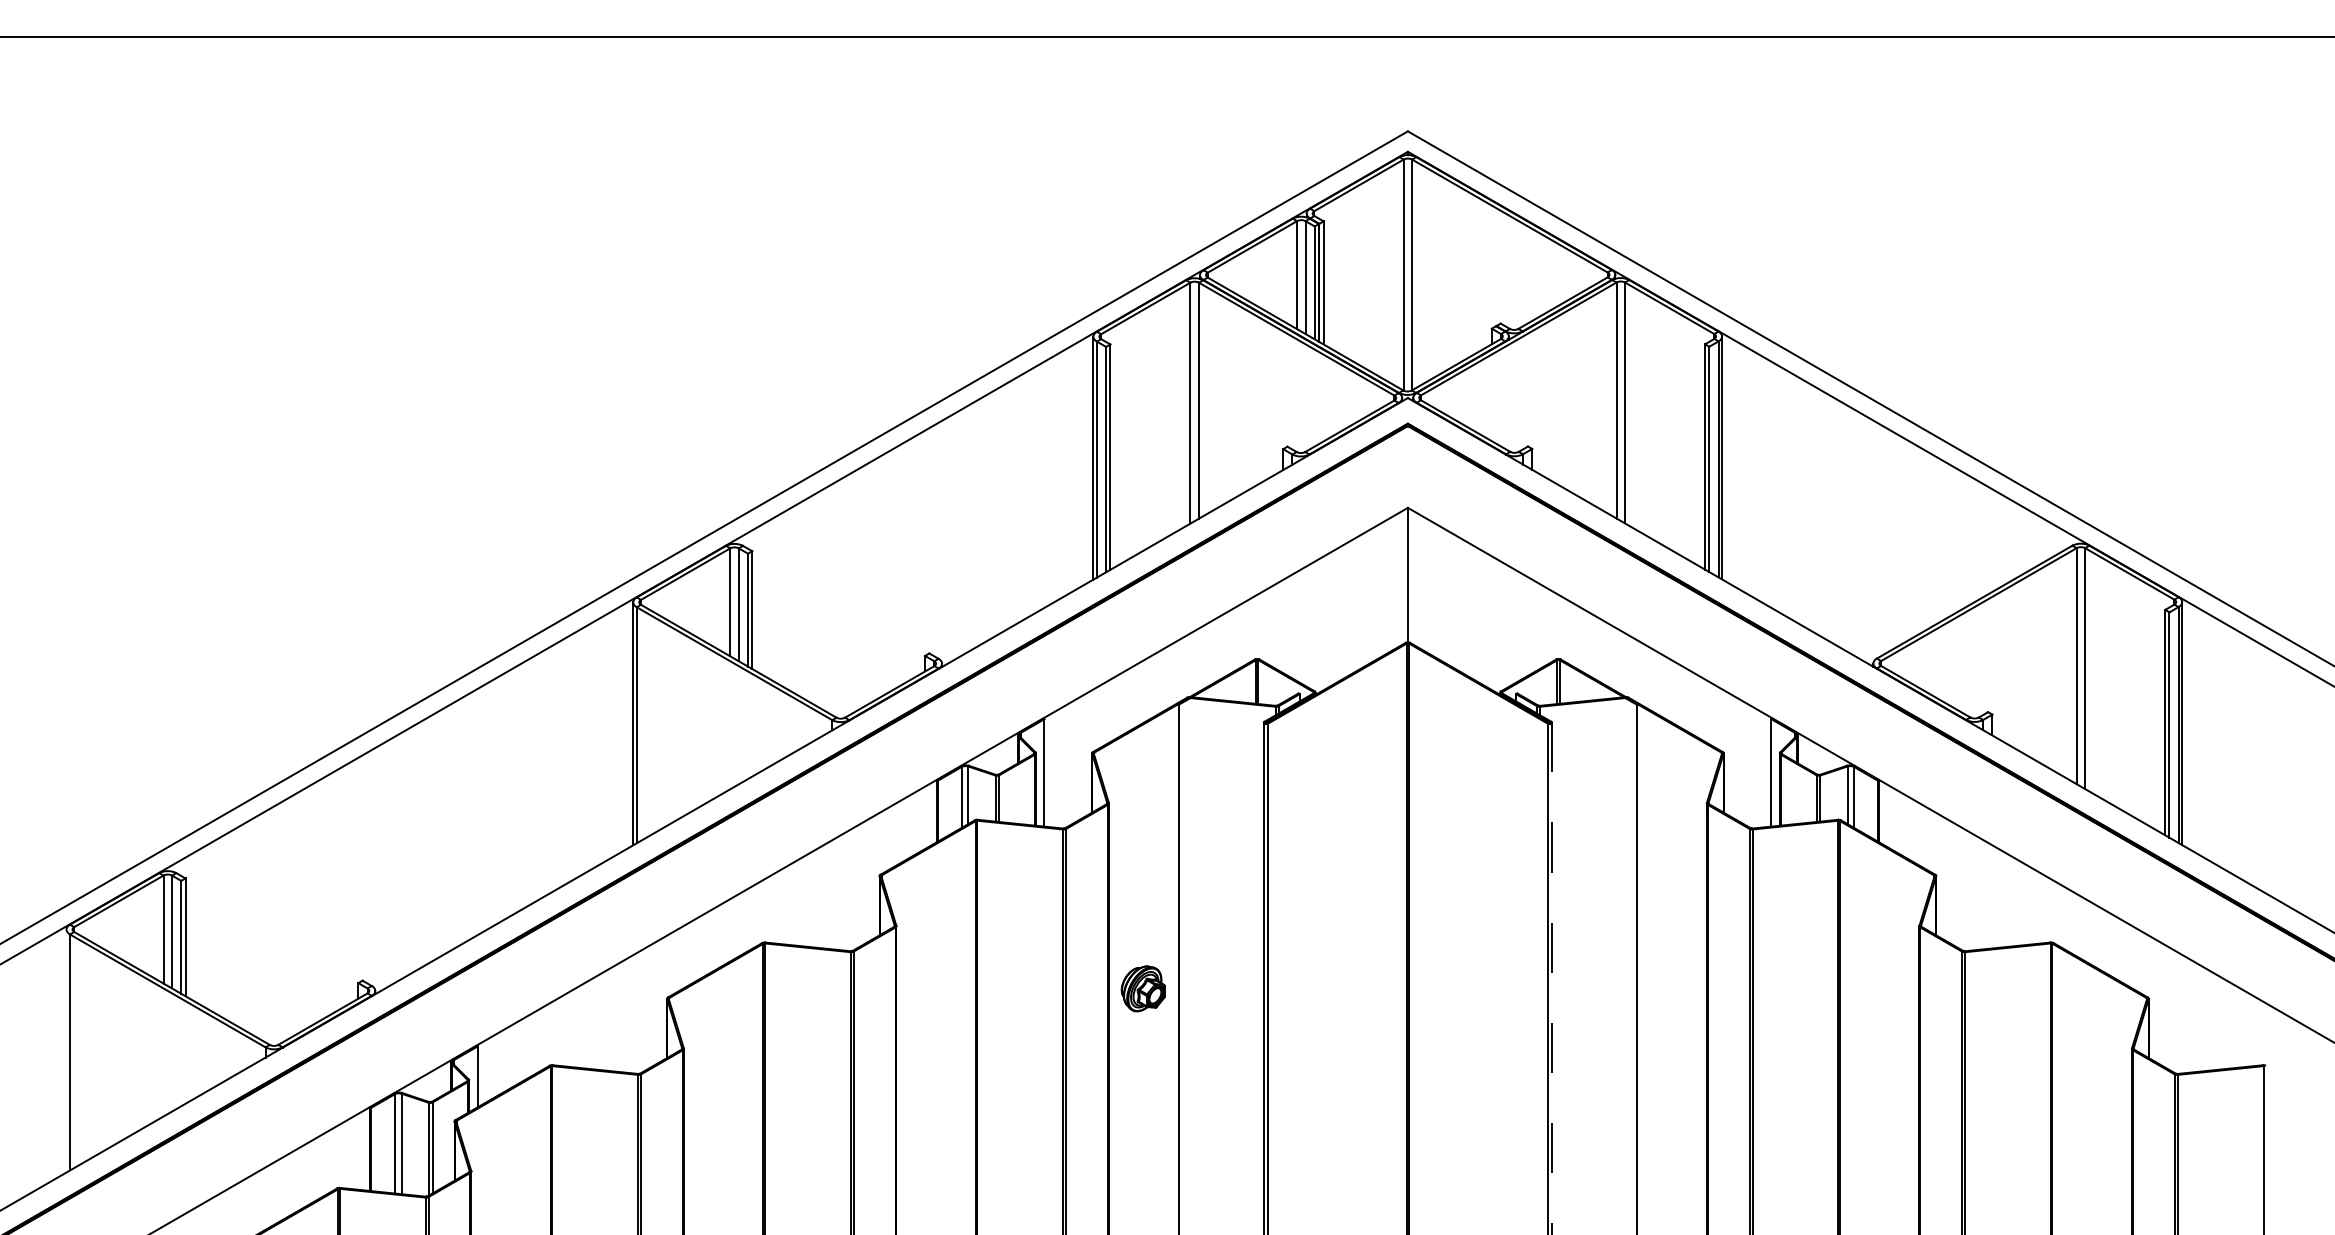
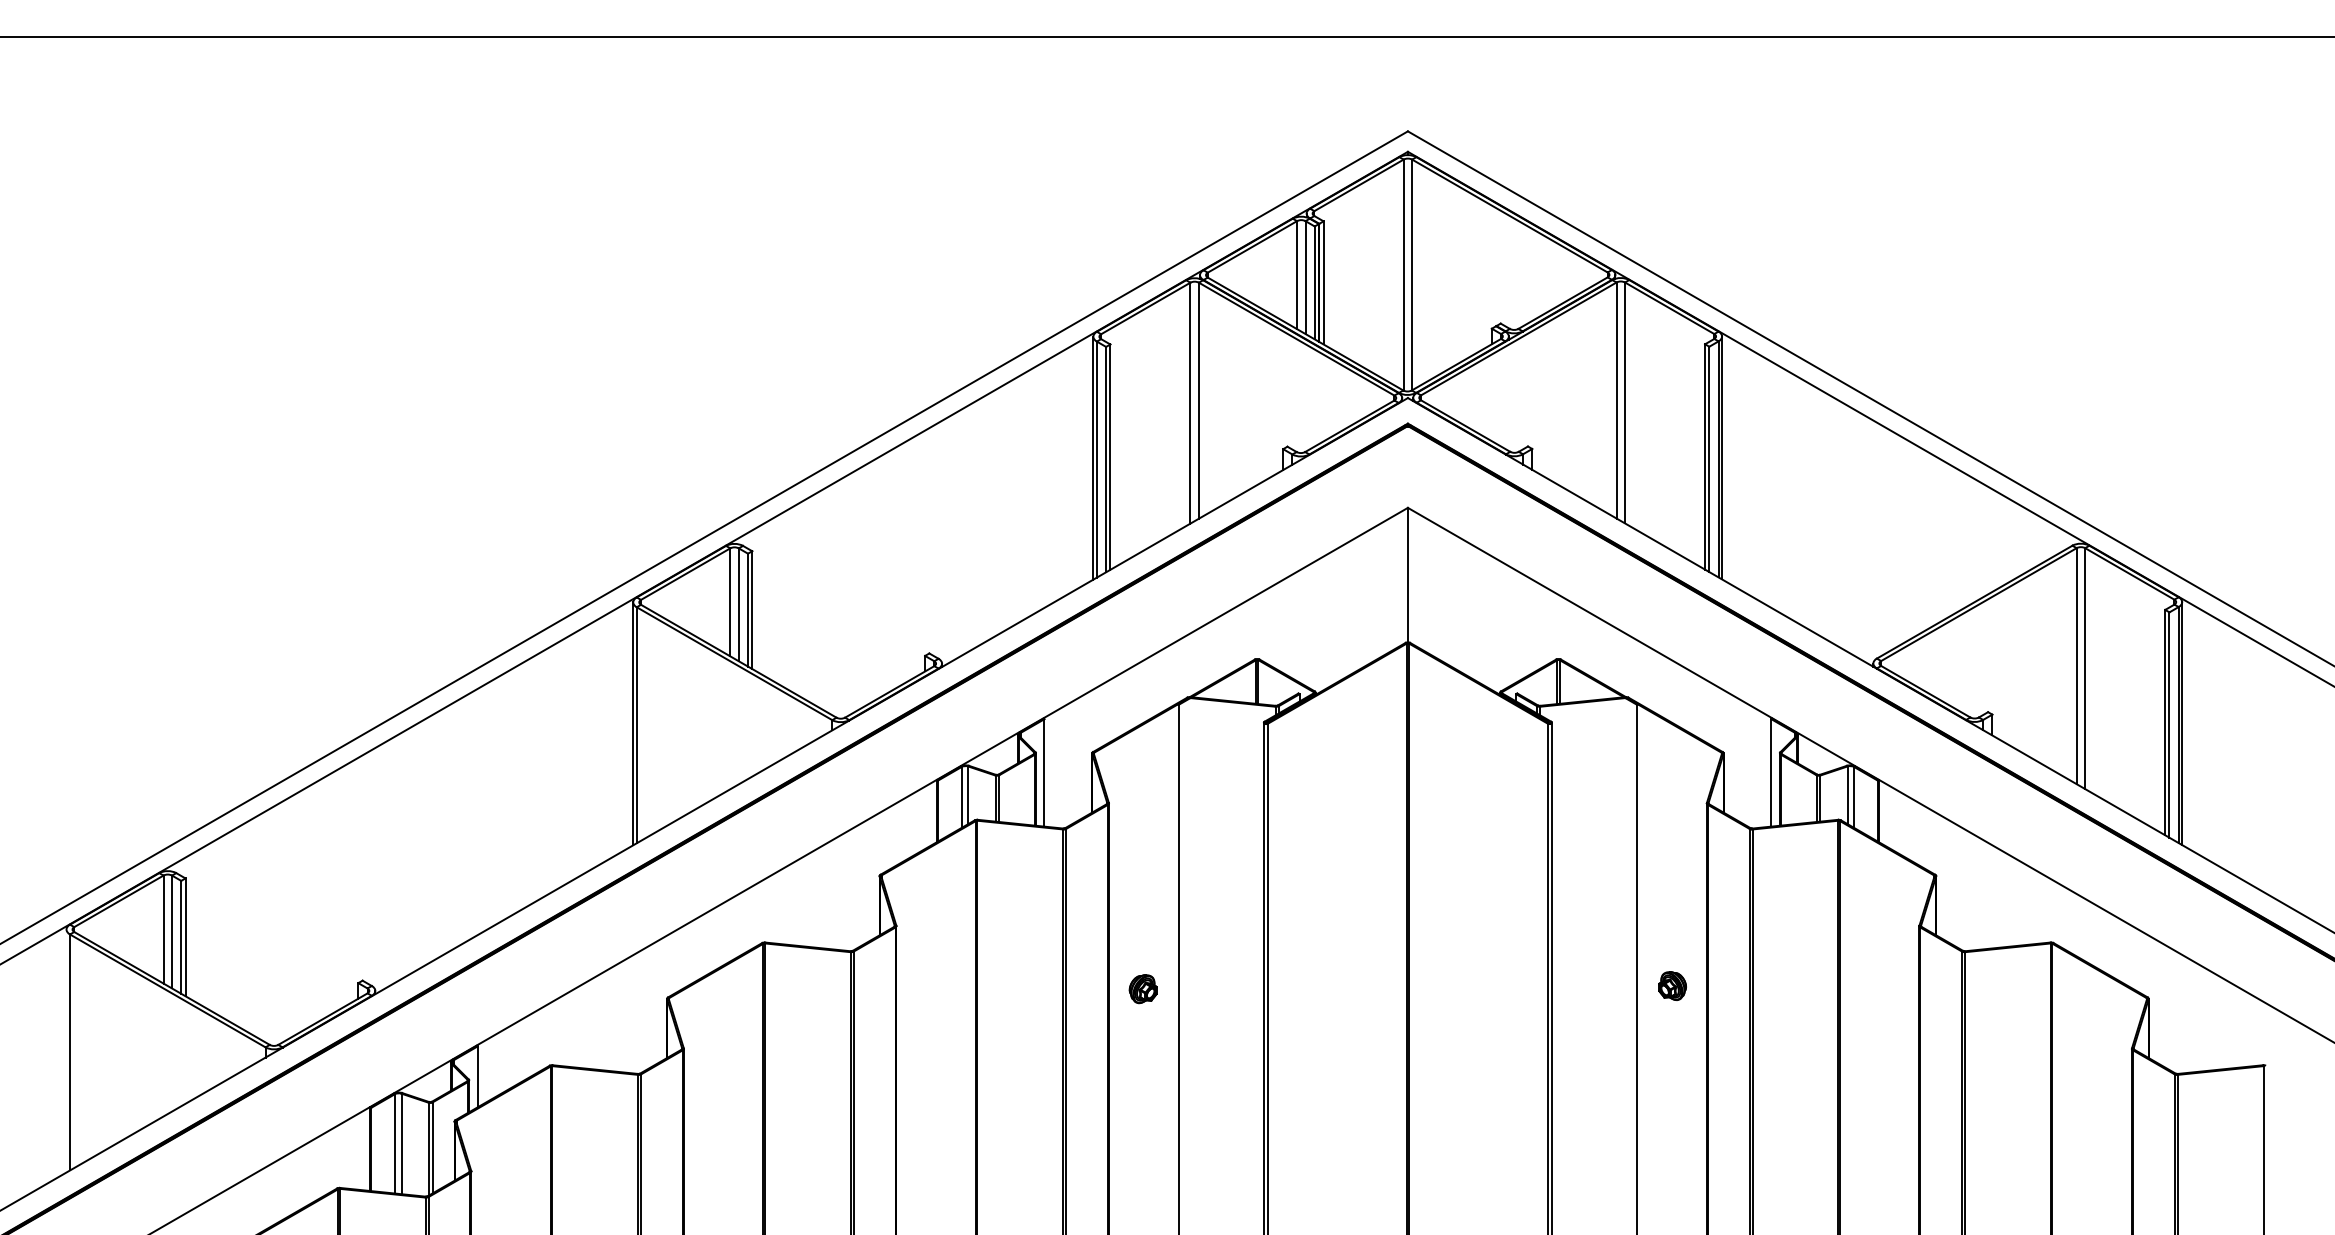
line at (1552, 978): dashed -> solid
part at (1672, 985): none -> present
part at (1142, 988) size: 46x48 px -> 30x31 px
